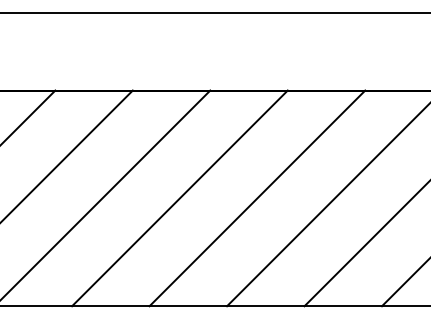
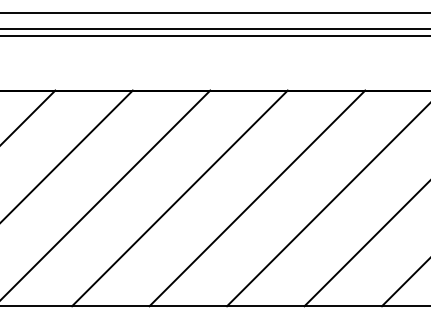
line at (214, 28): none -> present
line at (214, 35): none -> present
